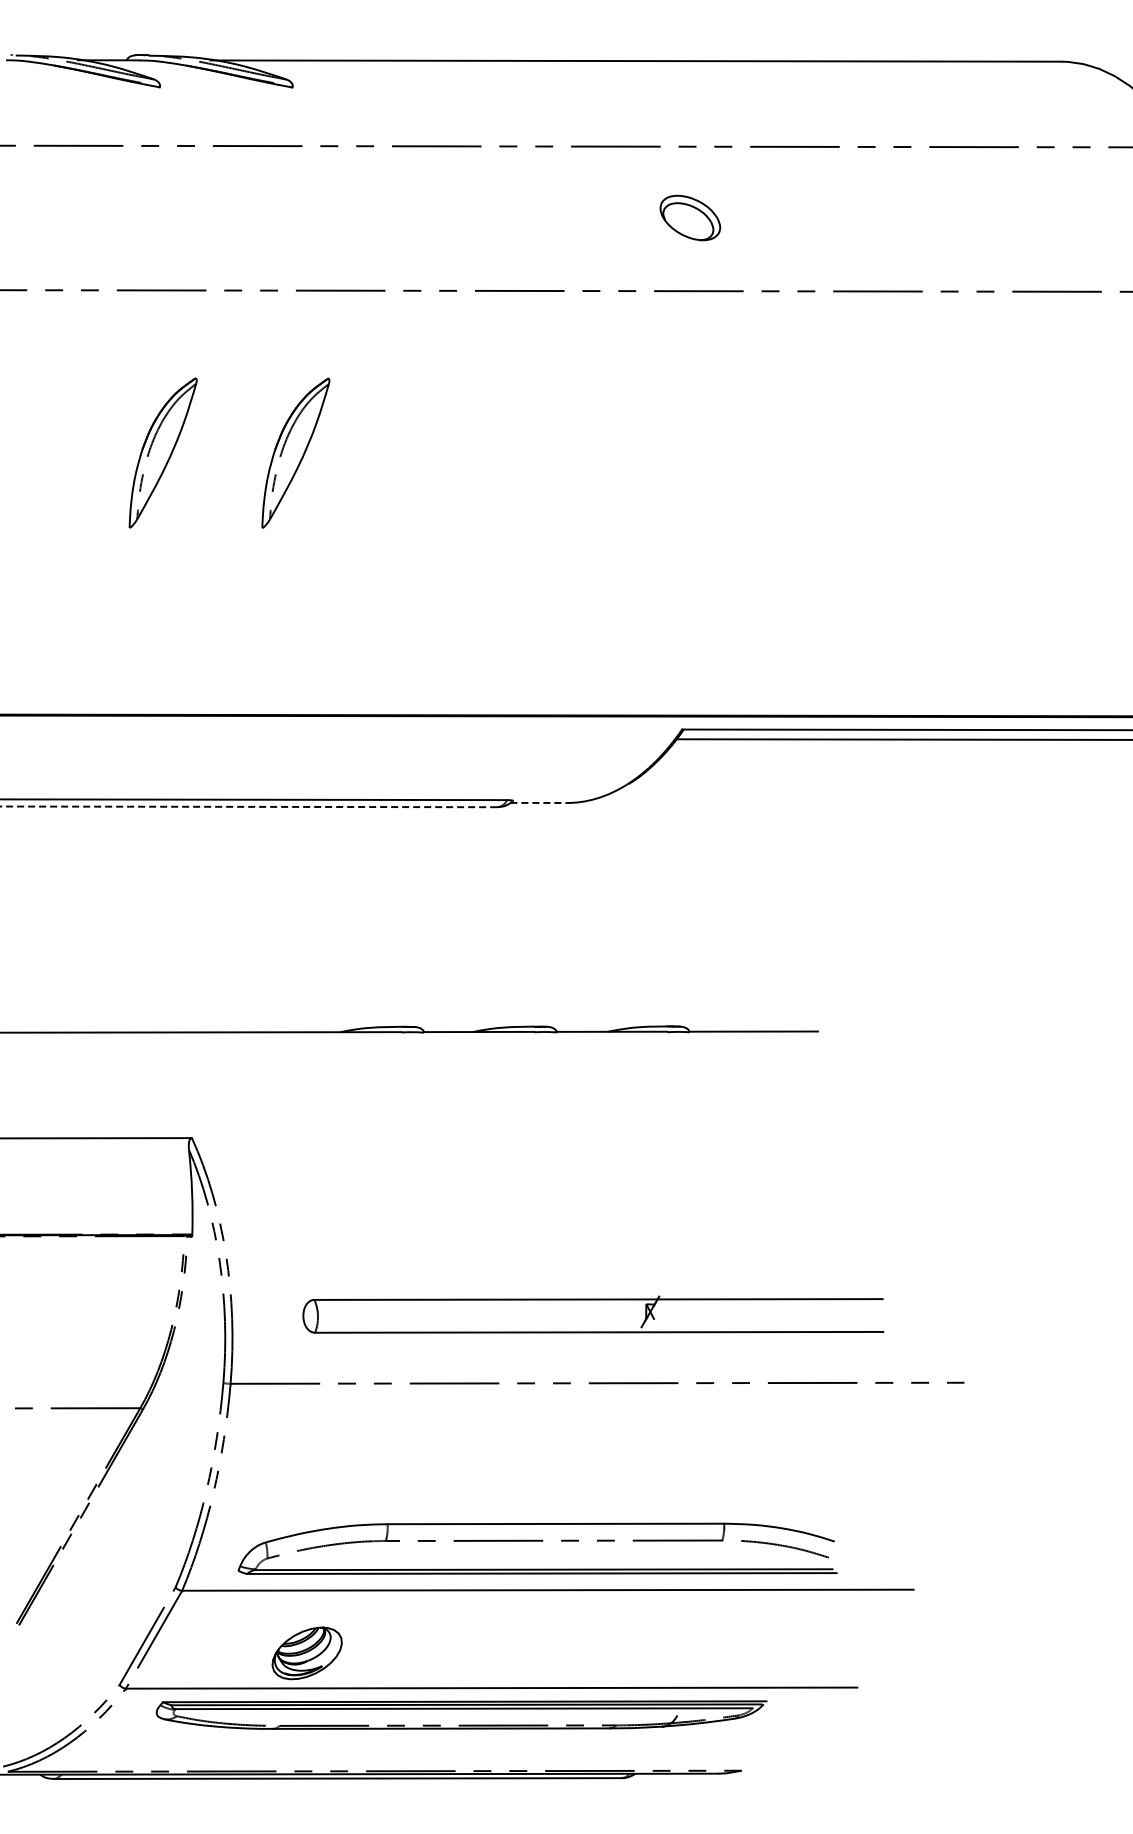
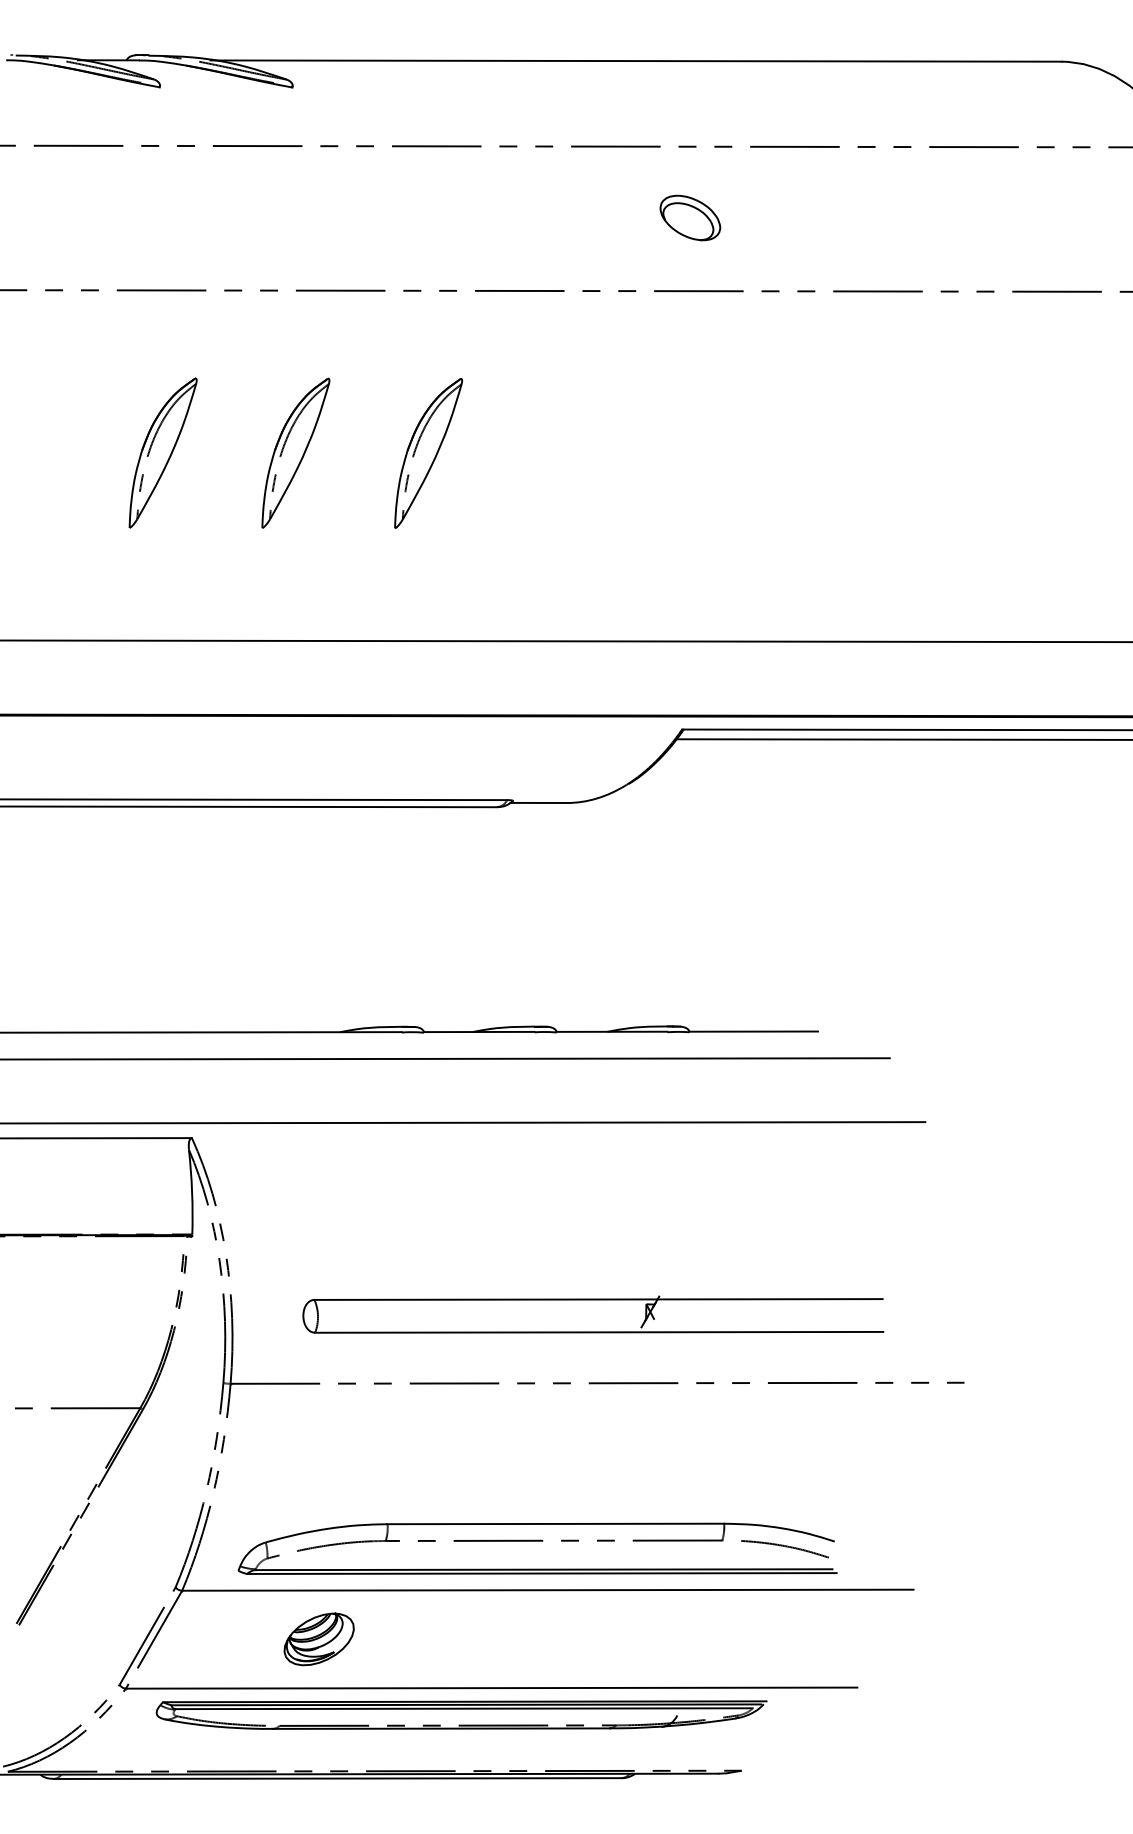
part at (428, 453): none -> present
line at (565, 641): none -> present
line at (539, 802): dashed -> solid
line at (248, 806): dashed -> solid
line at (445, 1058): none -> present
line at (463, 1122): none -> present
part at (306, 1653) position: (306, 1653) -> (318, 1639)
